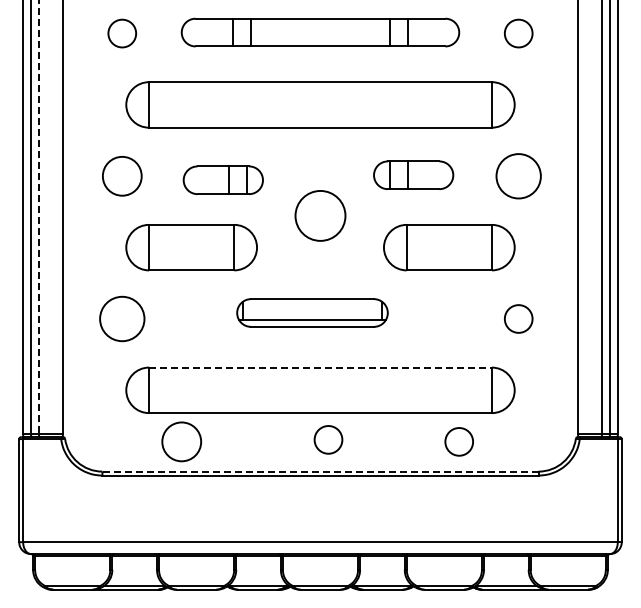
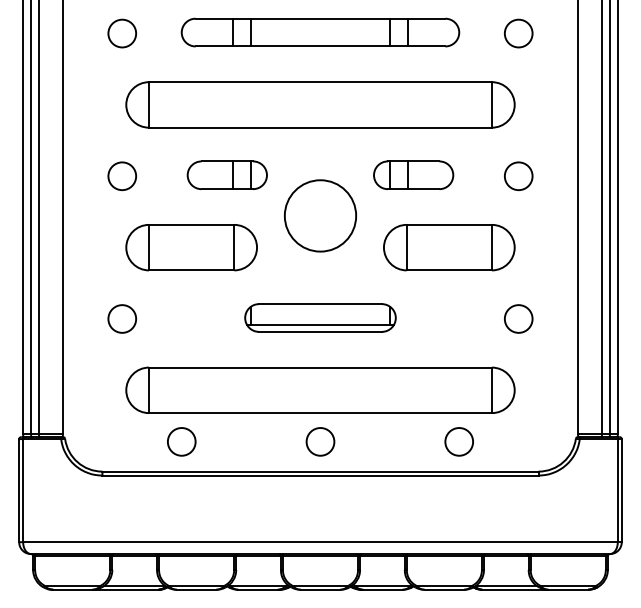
circle at (121, 175) diameter: 39 px -> 28 px
circle at (518, 176) diameter: 44 px -> 28 px
part at (222, 179) position: (222, 179) -> (226, 174)
circle at (320, 215) diameter: 50 px -> 71 px
line at (39, 216): dashed -> solid
part at (312, 312) position: (312, 312) -> (320, 317)
circle at (122, 318) diameter: 44 px -> 28 px
line at (321, 367): dashed -> solid
circle at (328, 439) position: (328, 439) -> (320, 441)
circle at (181, 441) diameter: 39 px -> 28 px
line at (320, 471): dashed -> solid
